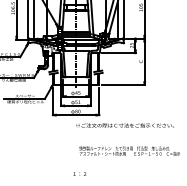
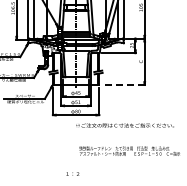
line at (123, 85): solid -> dashed
text at (79, 173) position: (79, 173) -> (72, 173)
